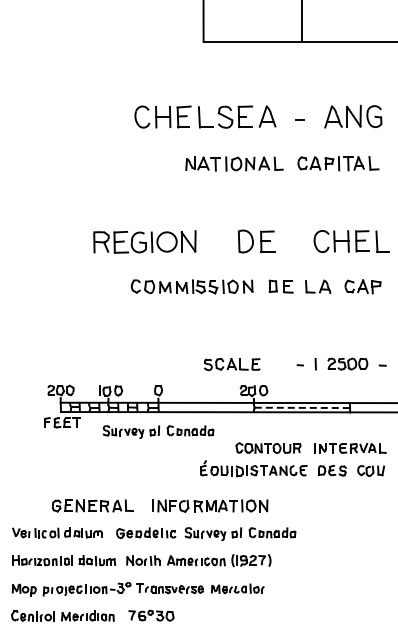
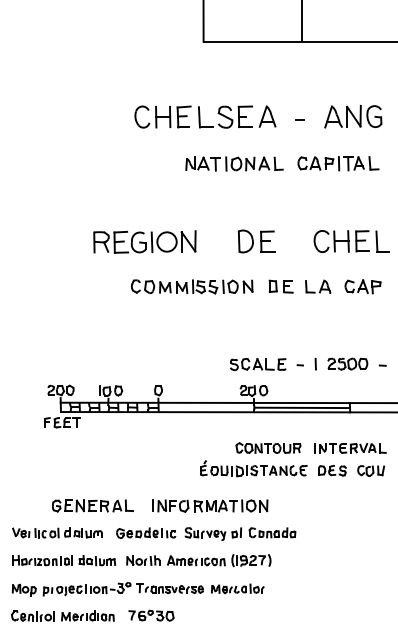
part at (232, 364) position: (232, 364) -> (258, 364)
line at (302, 407): dashed -> solid
part at (158, 431): present -> none
